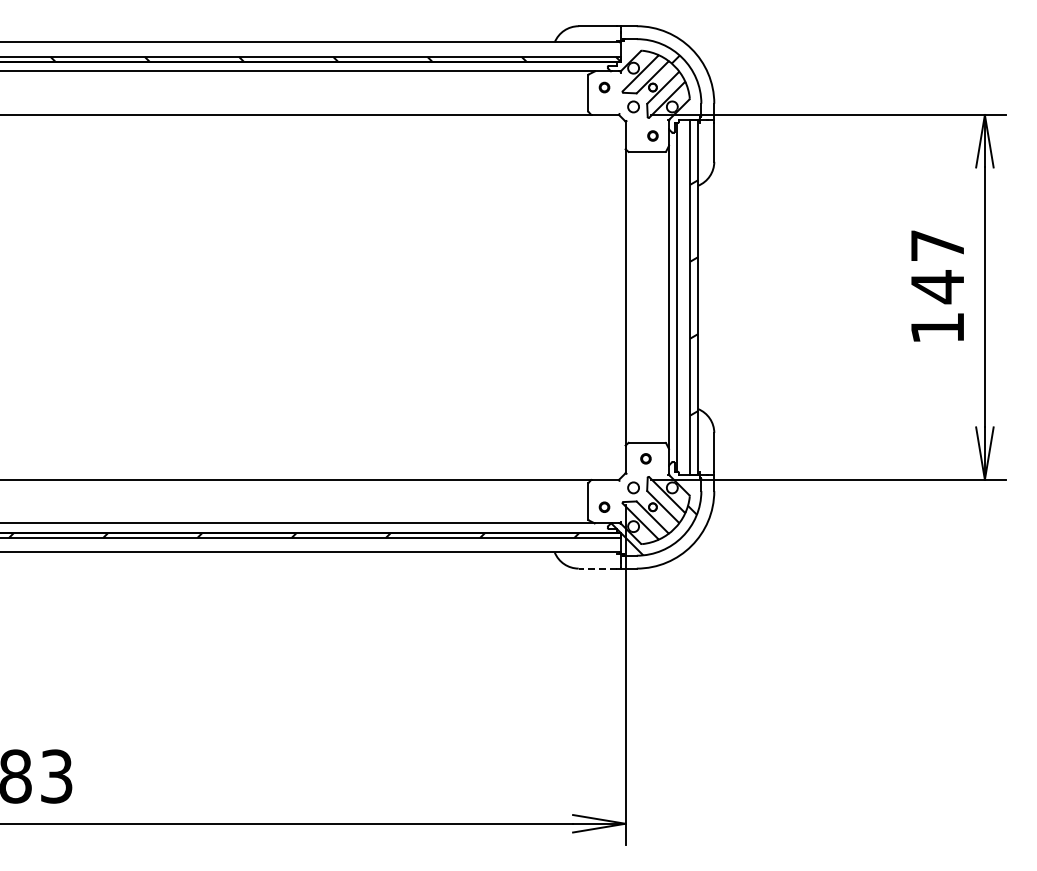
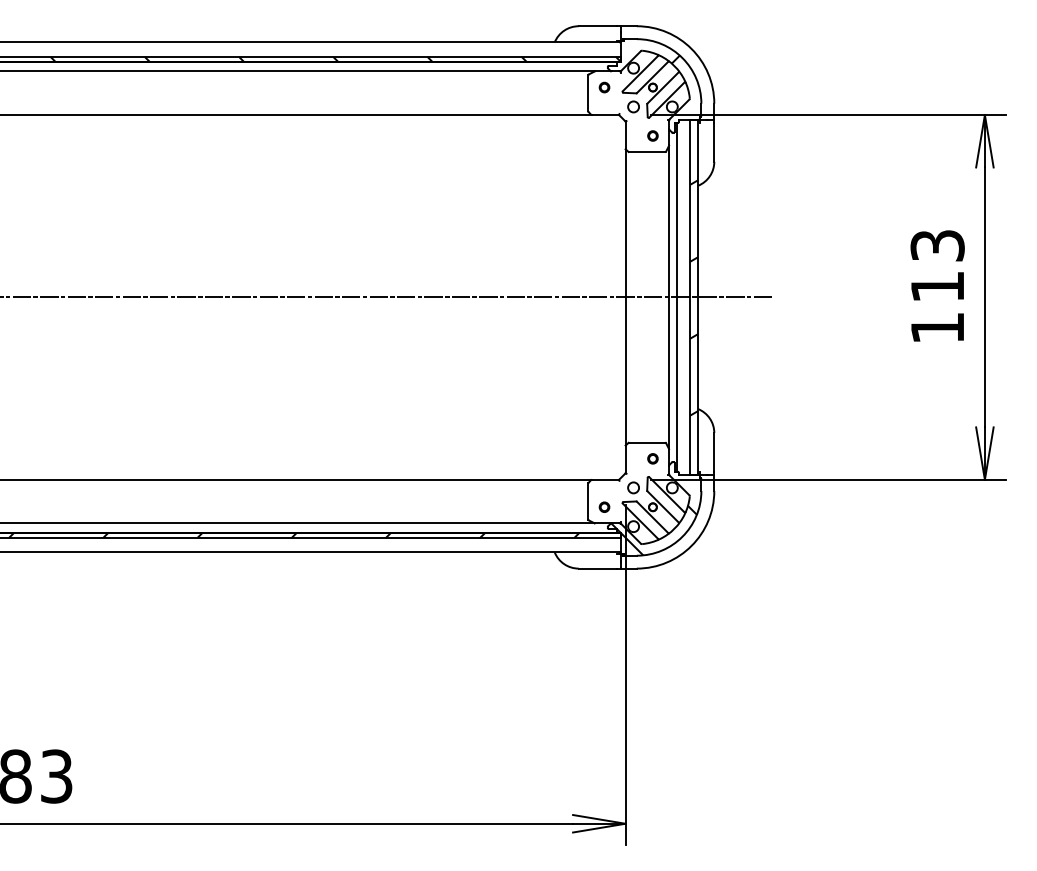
text at (937, 267): 147 -> 113
line at (386, 297): none -> present
part at (645, 458) position: (645, 458) -> (652, 458)
line at (597, 568): dashed -> solid
